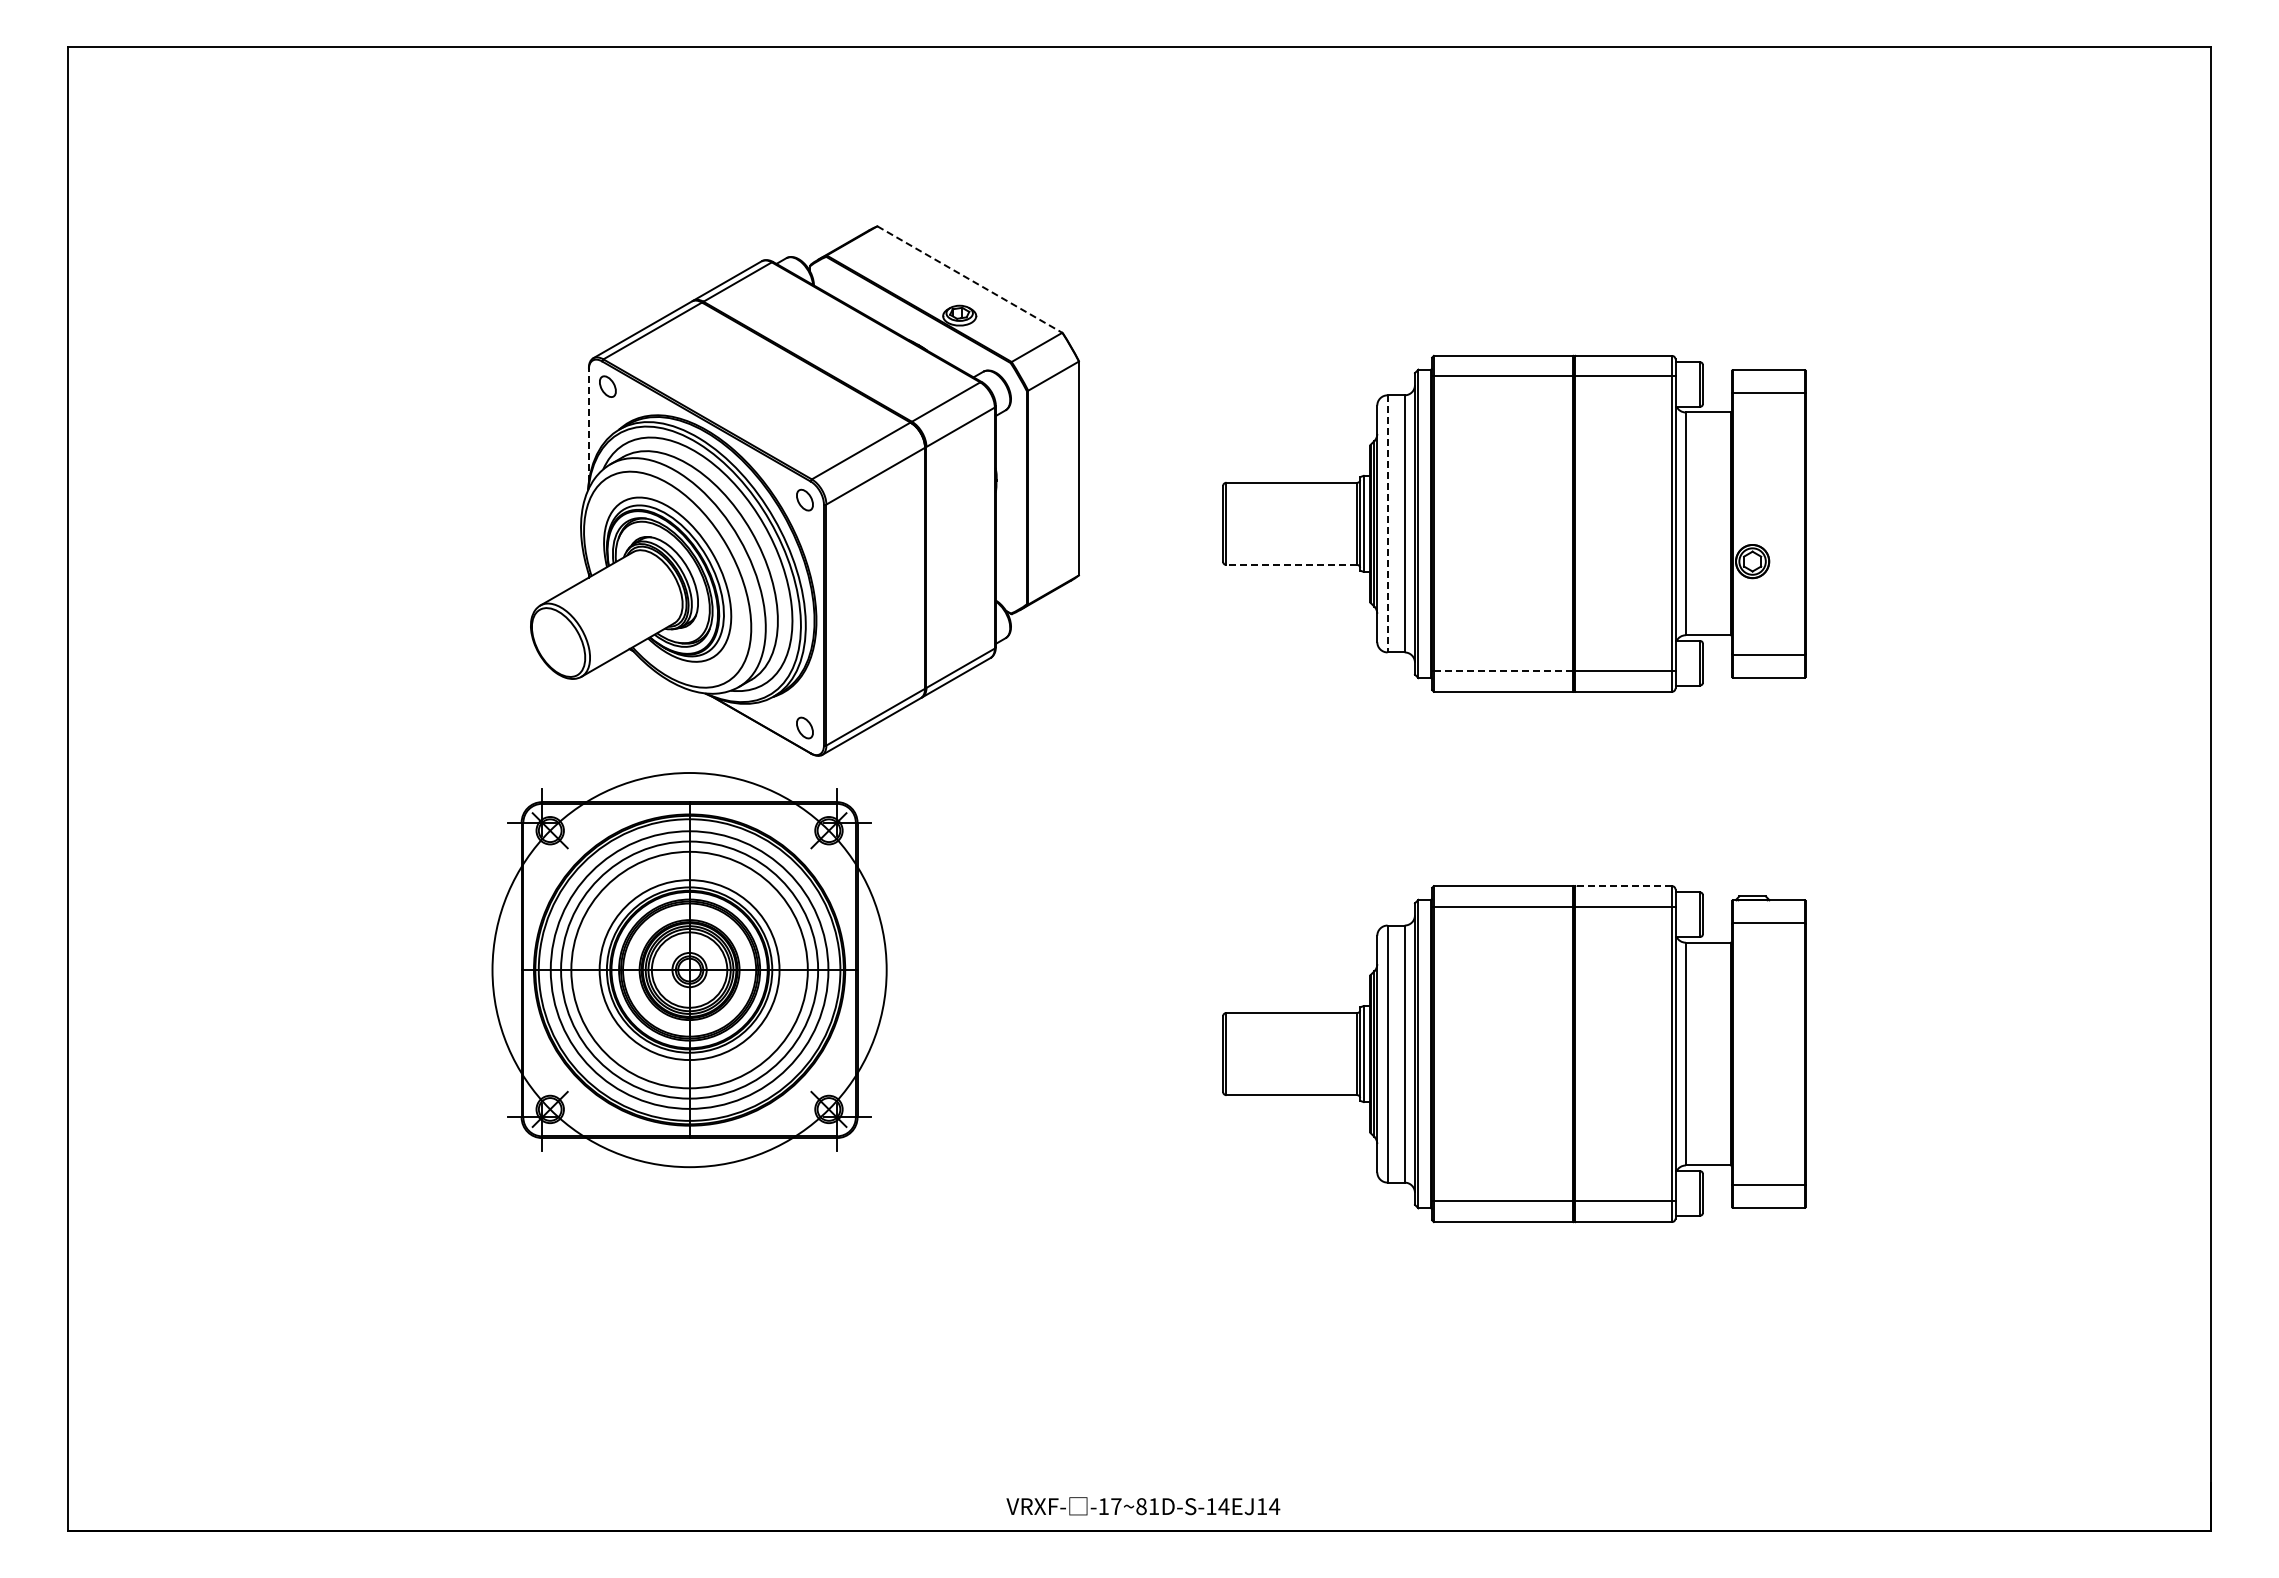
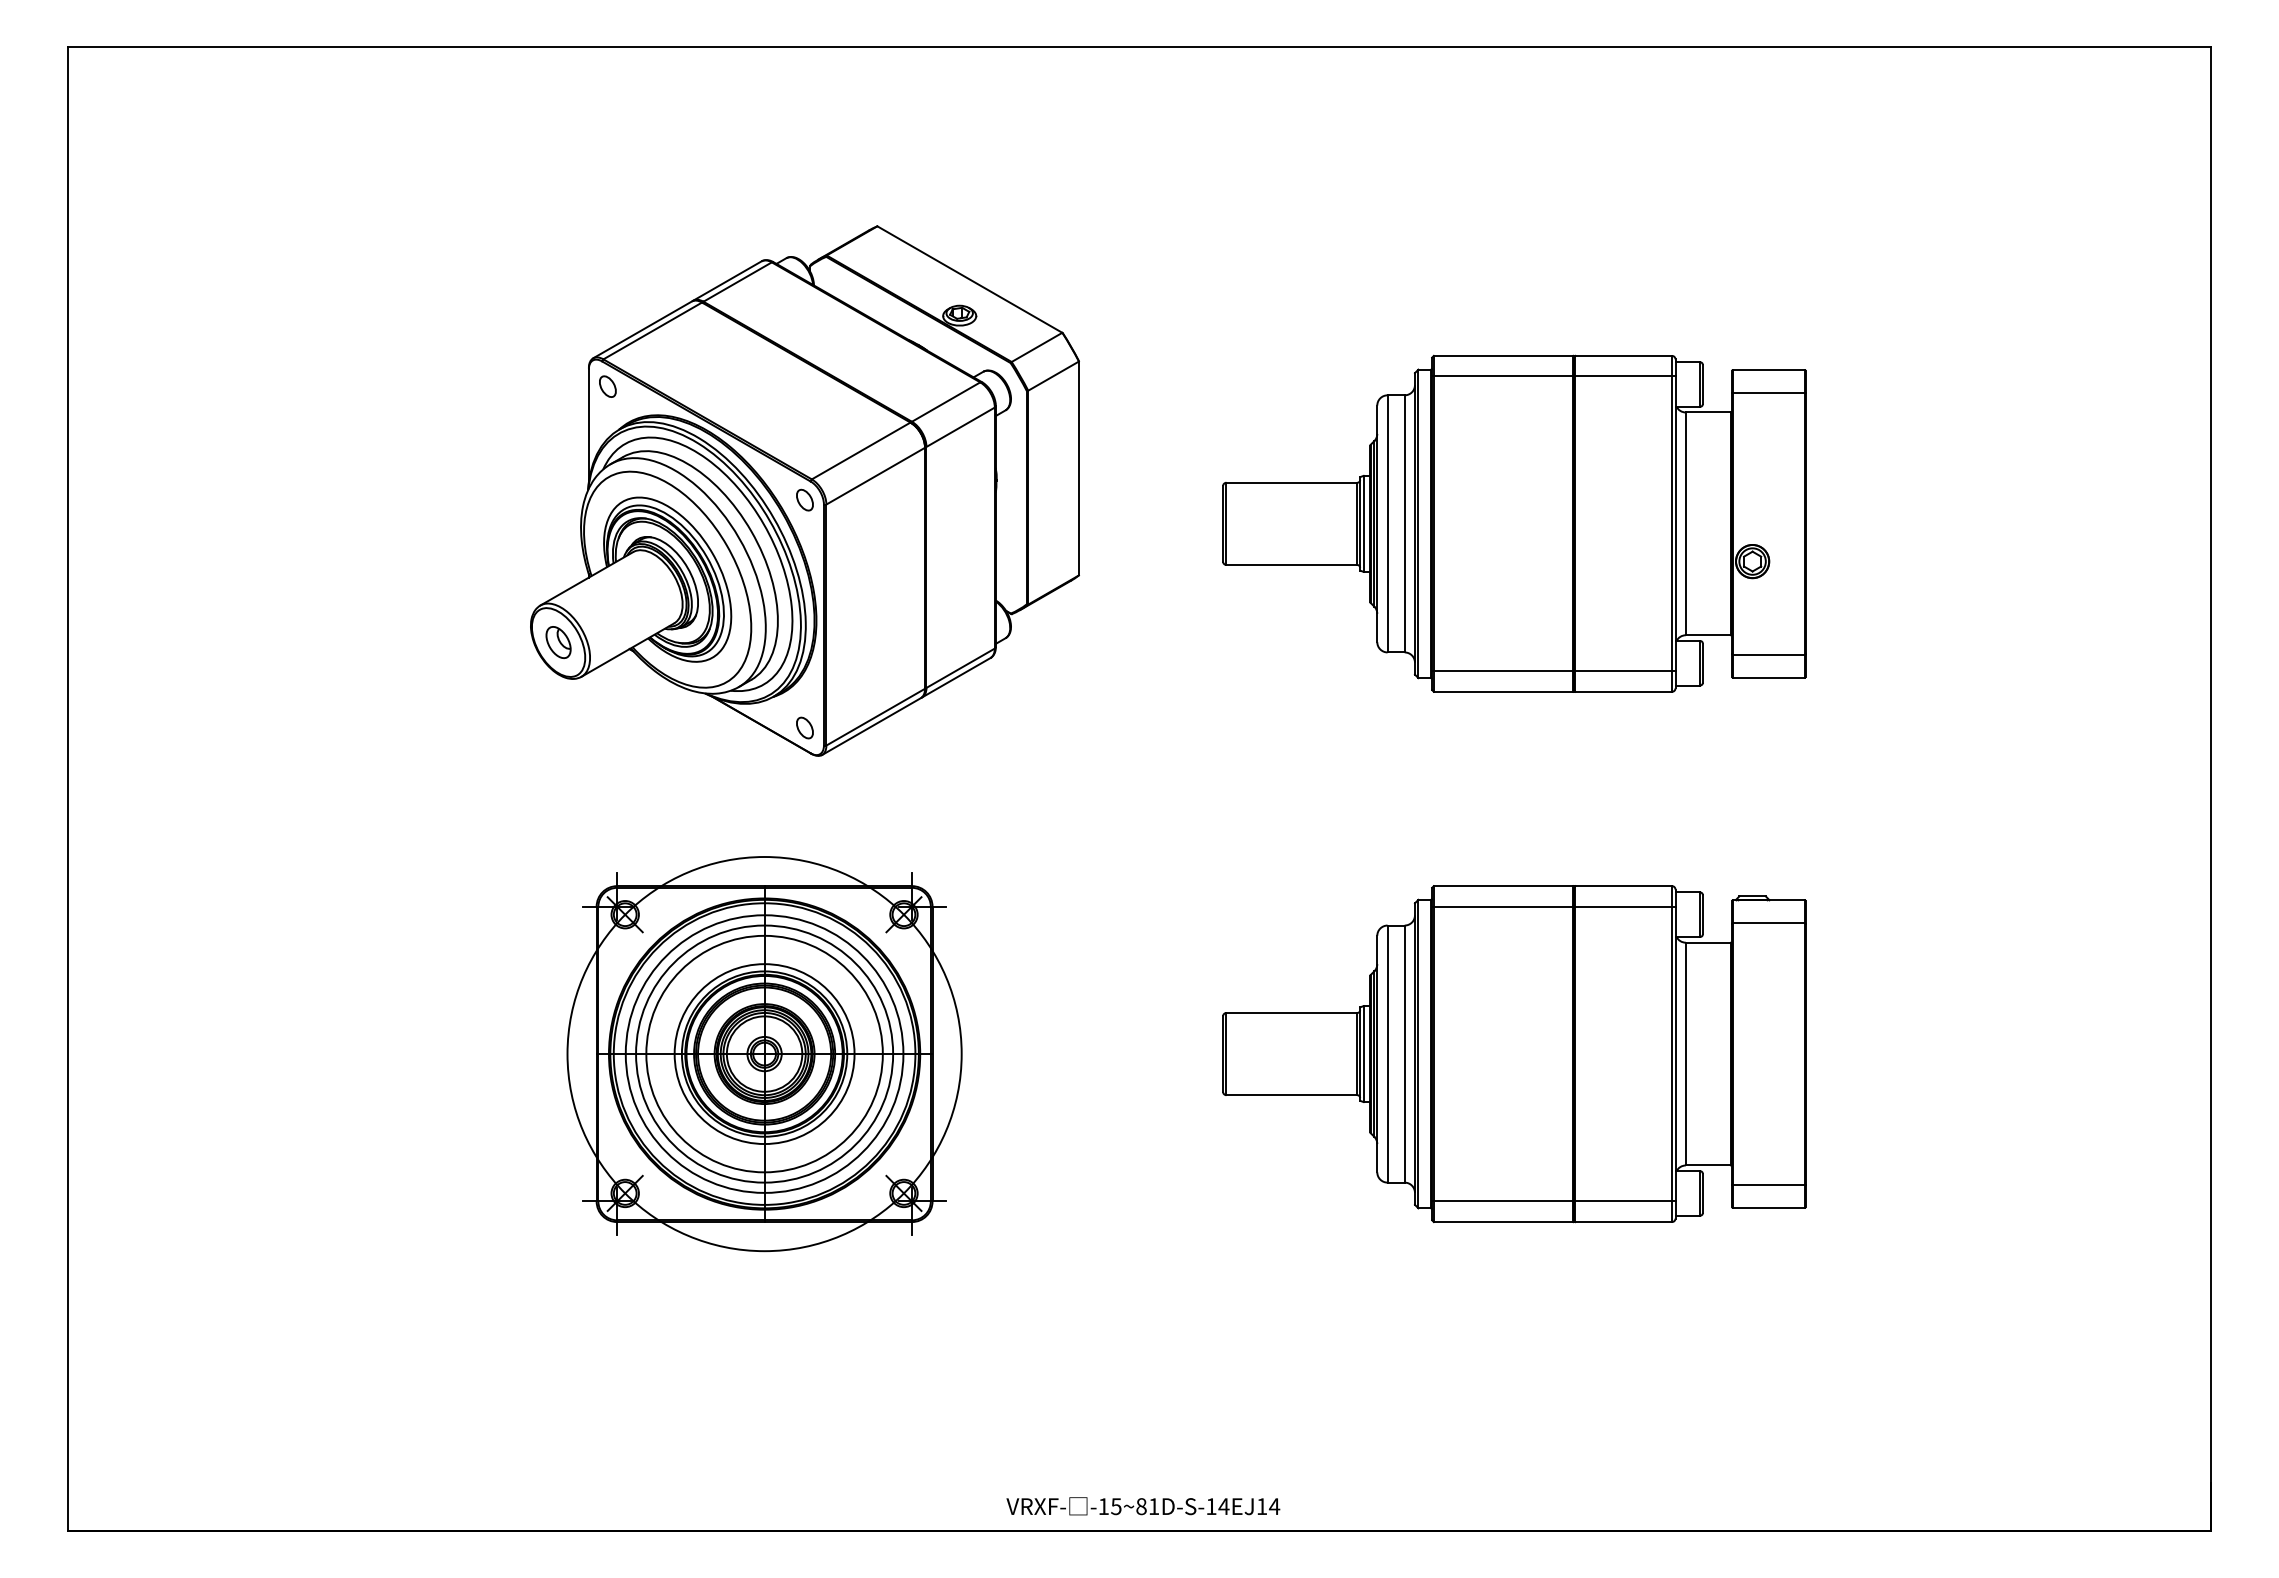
line at (969, 279): dashed -> solid
line at (588, 425): dashed -> solid
line at (1387, 523): dashed -> solid
line at (1291, 565): dashed -> solid
part at (558, 642): none -> present
line at (1503, 671): dashed -> solid
line at (1623, 886): dashed -> solid
part at (689, 970) position: (689, 970) -> (764, 1054)
text at (1116, 1506): -17~81D-S-14EJ14 -> -15~81D-S-14EJ14
